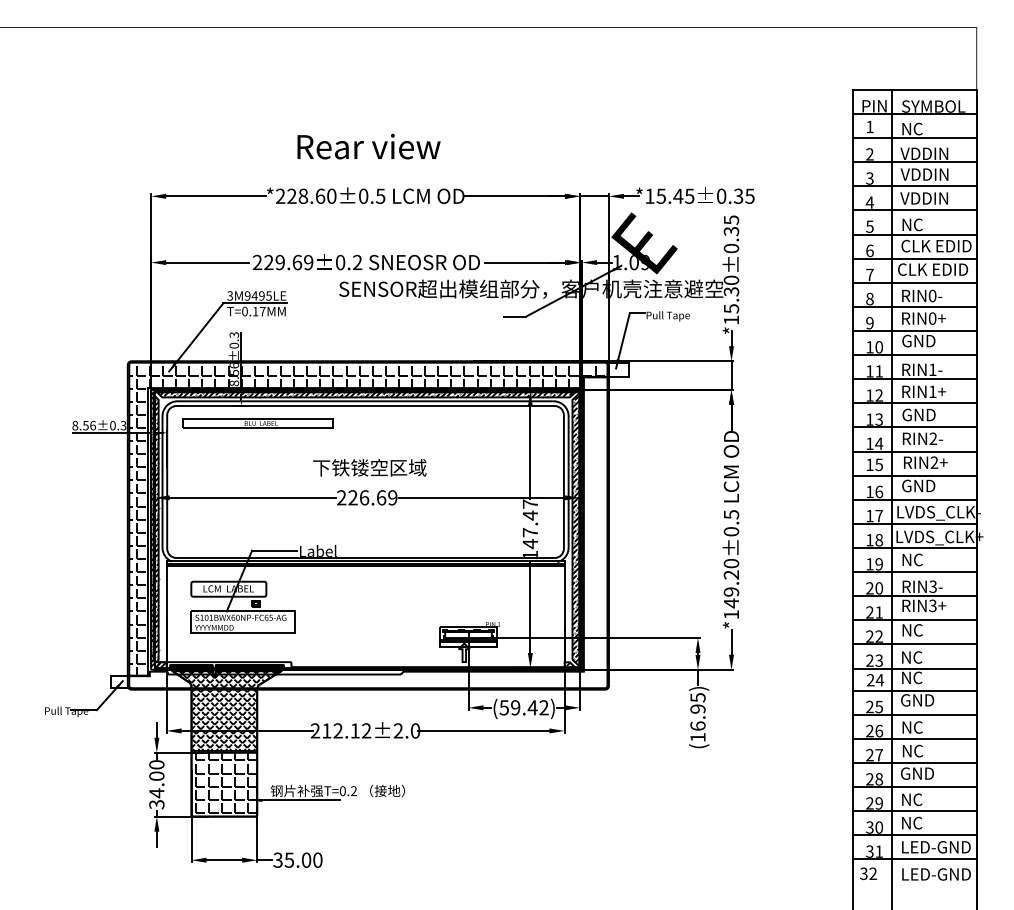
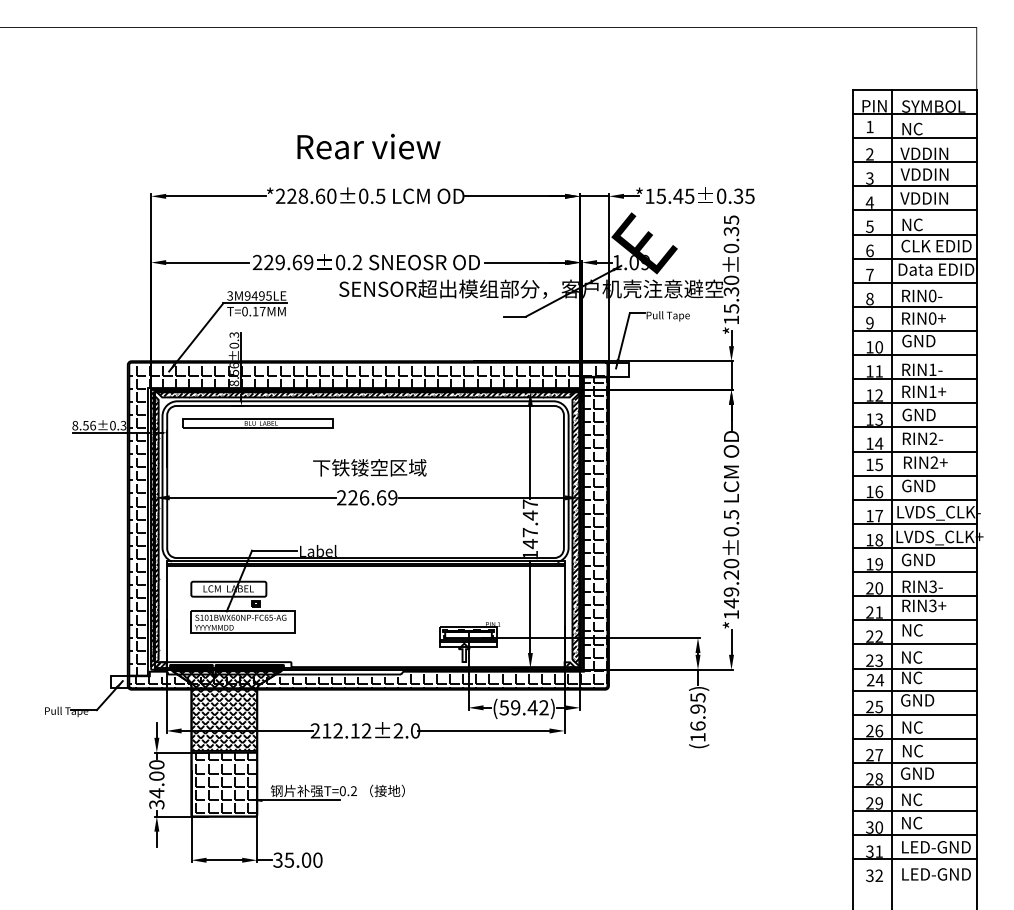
text at (936, 269): CLK EDID -> Data EDID
hatch at (368, 532): none -> present
text at (917, 559): NC -> GND
text at (868, 873) position: (868, 873) -> (874, 875)
